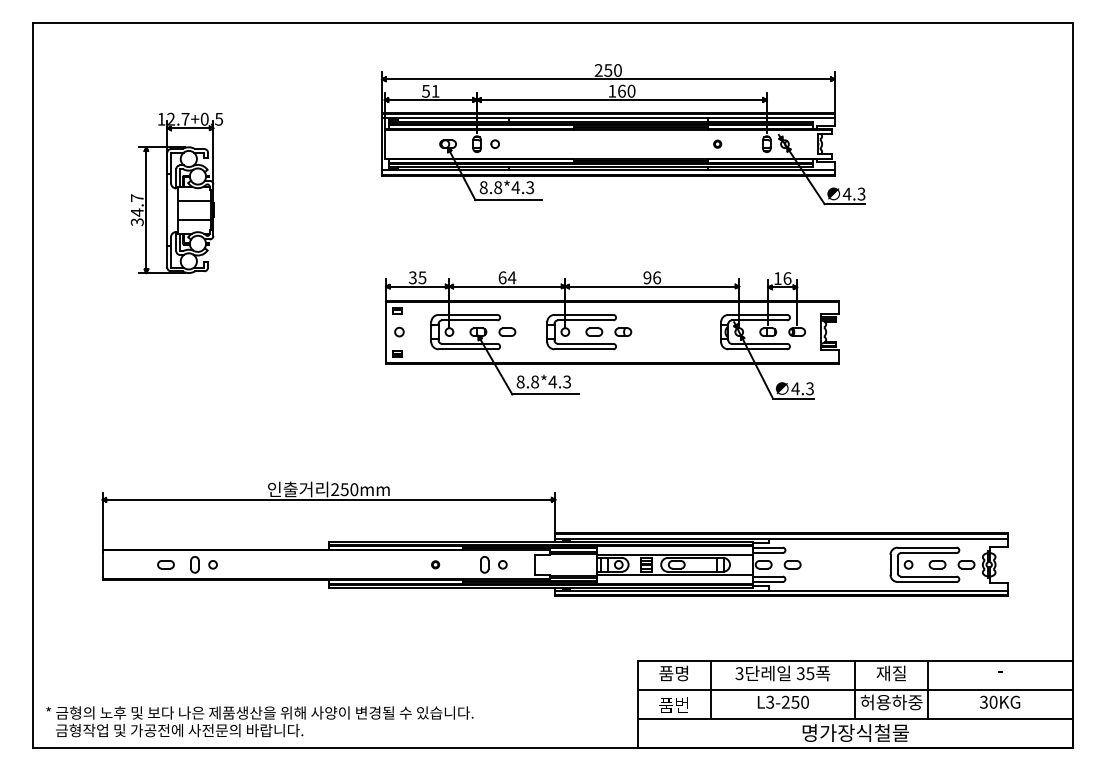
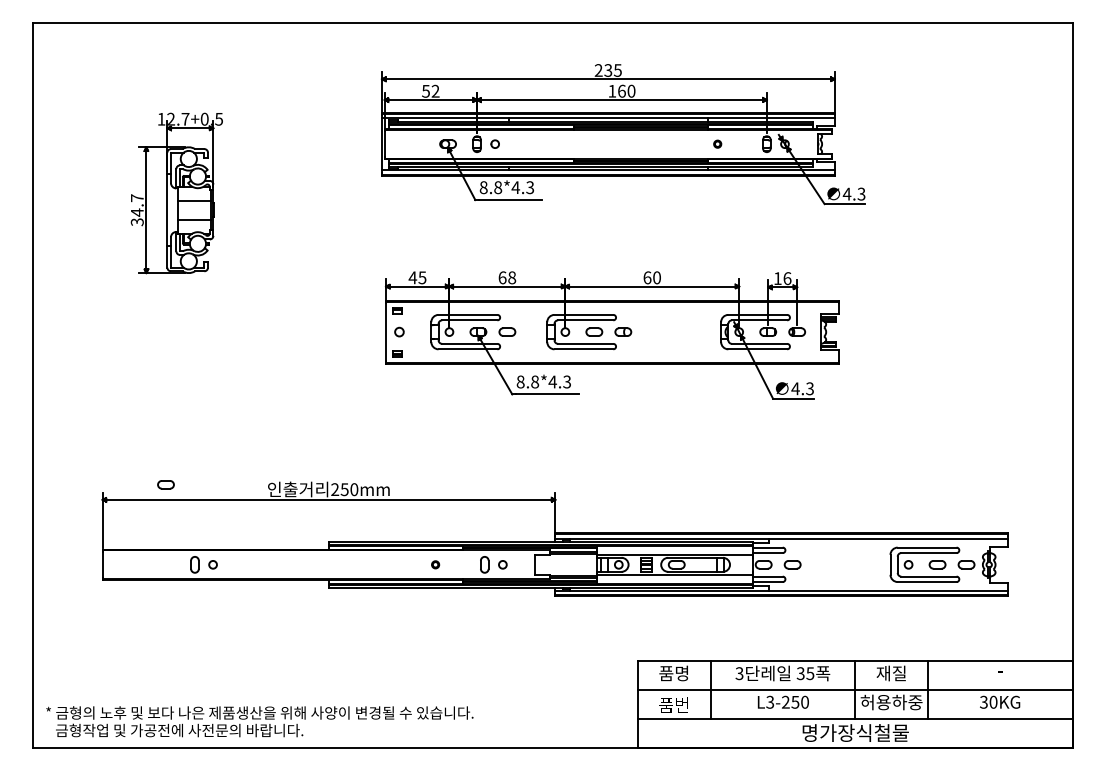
text at (612, 70): 250 -> 235
text at (435, 90): 51 -> 52
text at (412, 277): 35 -> 45
text at (511, 277): 64 -> 68
text at (652, 277): 96 -> 60
part at (165, 564) position: (165, 564) -> (165, 484)
